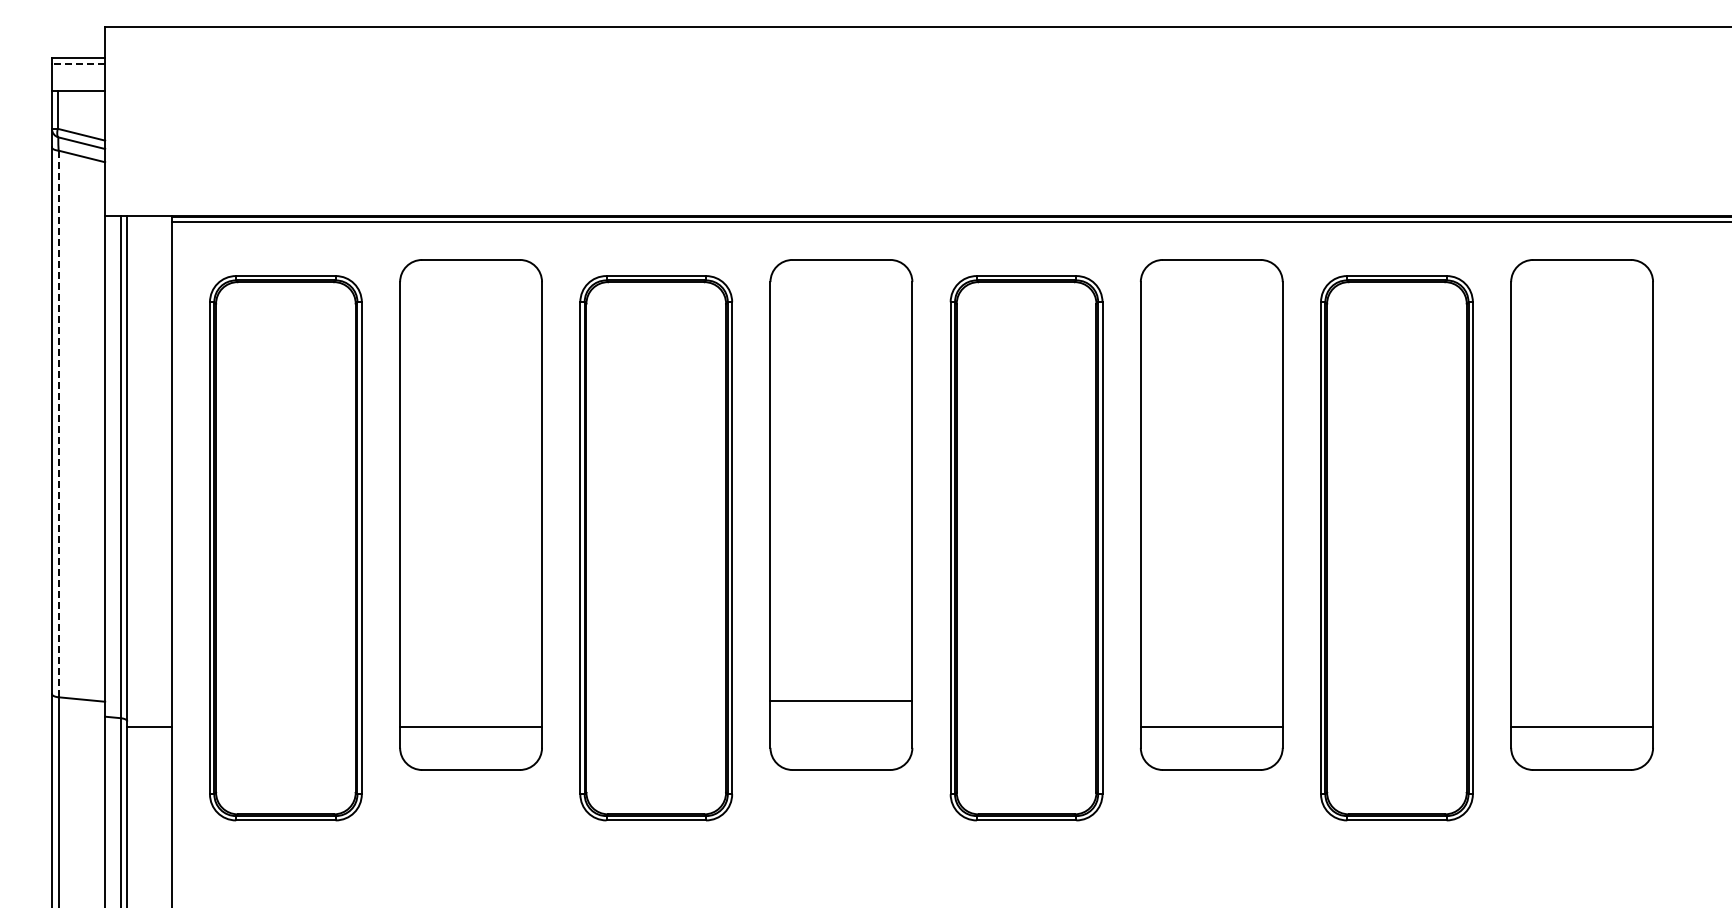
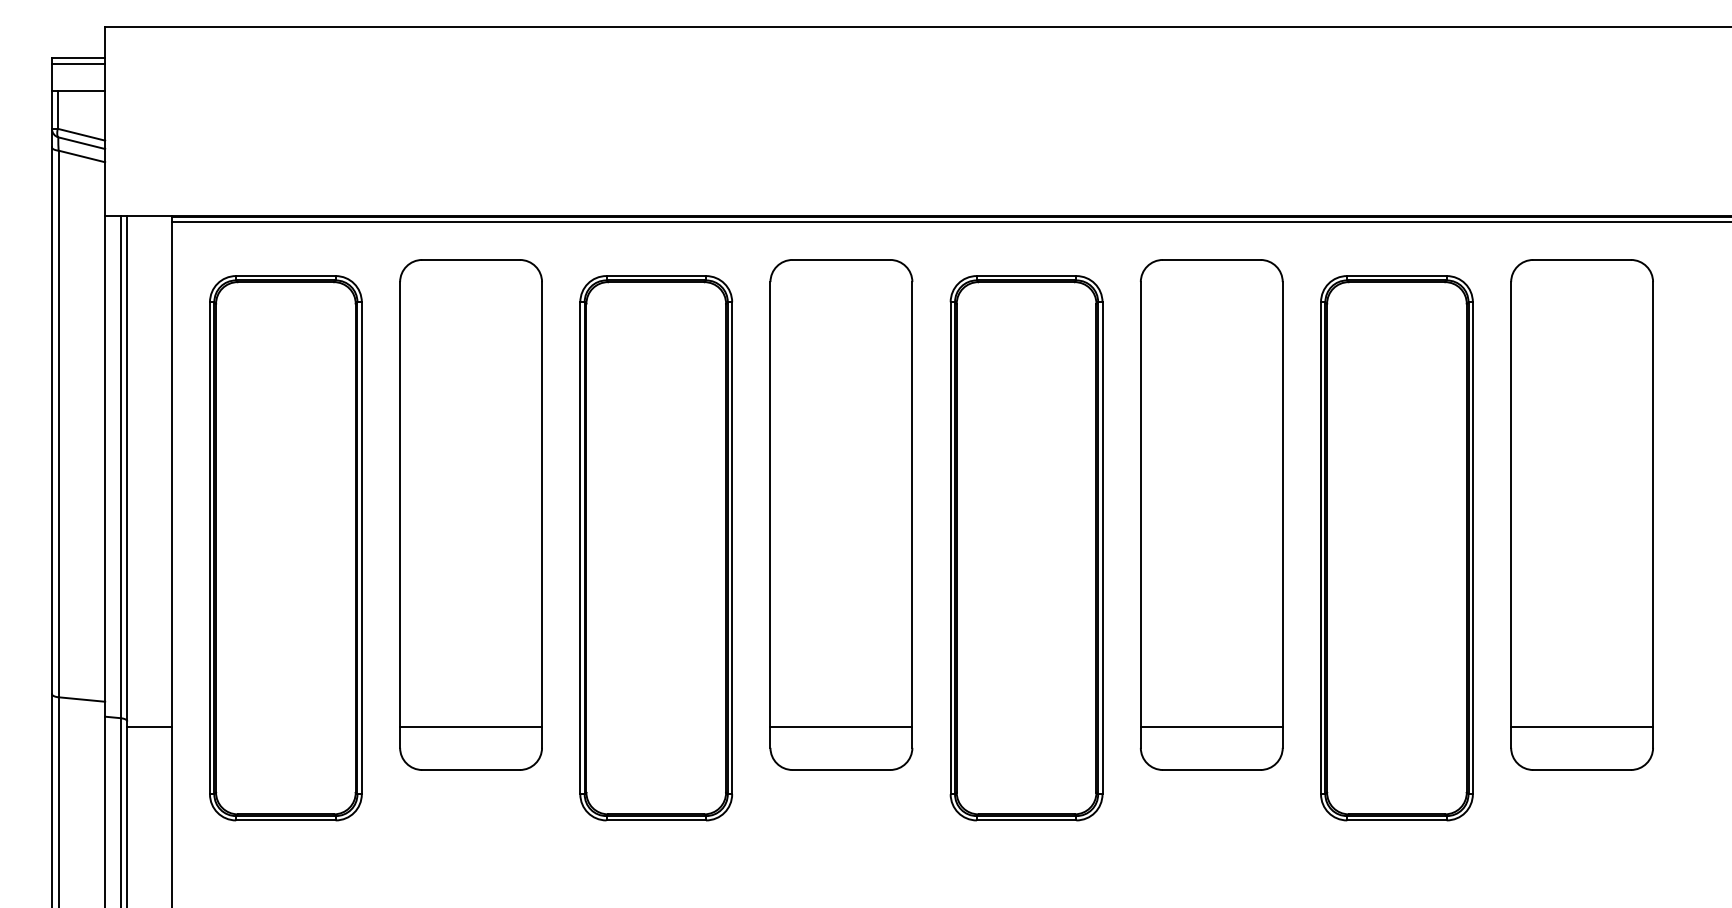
line at (78, 63): dashed -> solid
line at (58, 424): dashed -> solid
line at (841, 701) position: (841, 701) -> (841, 727)
